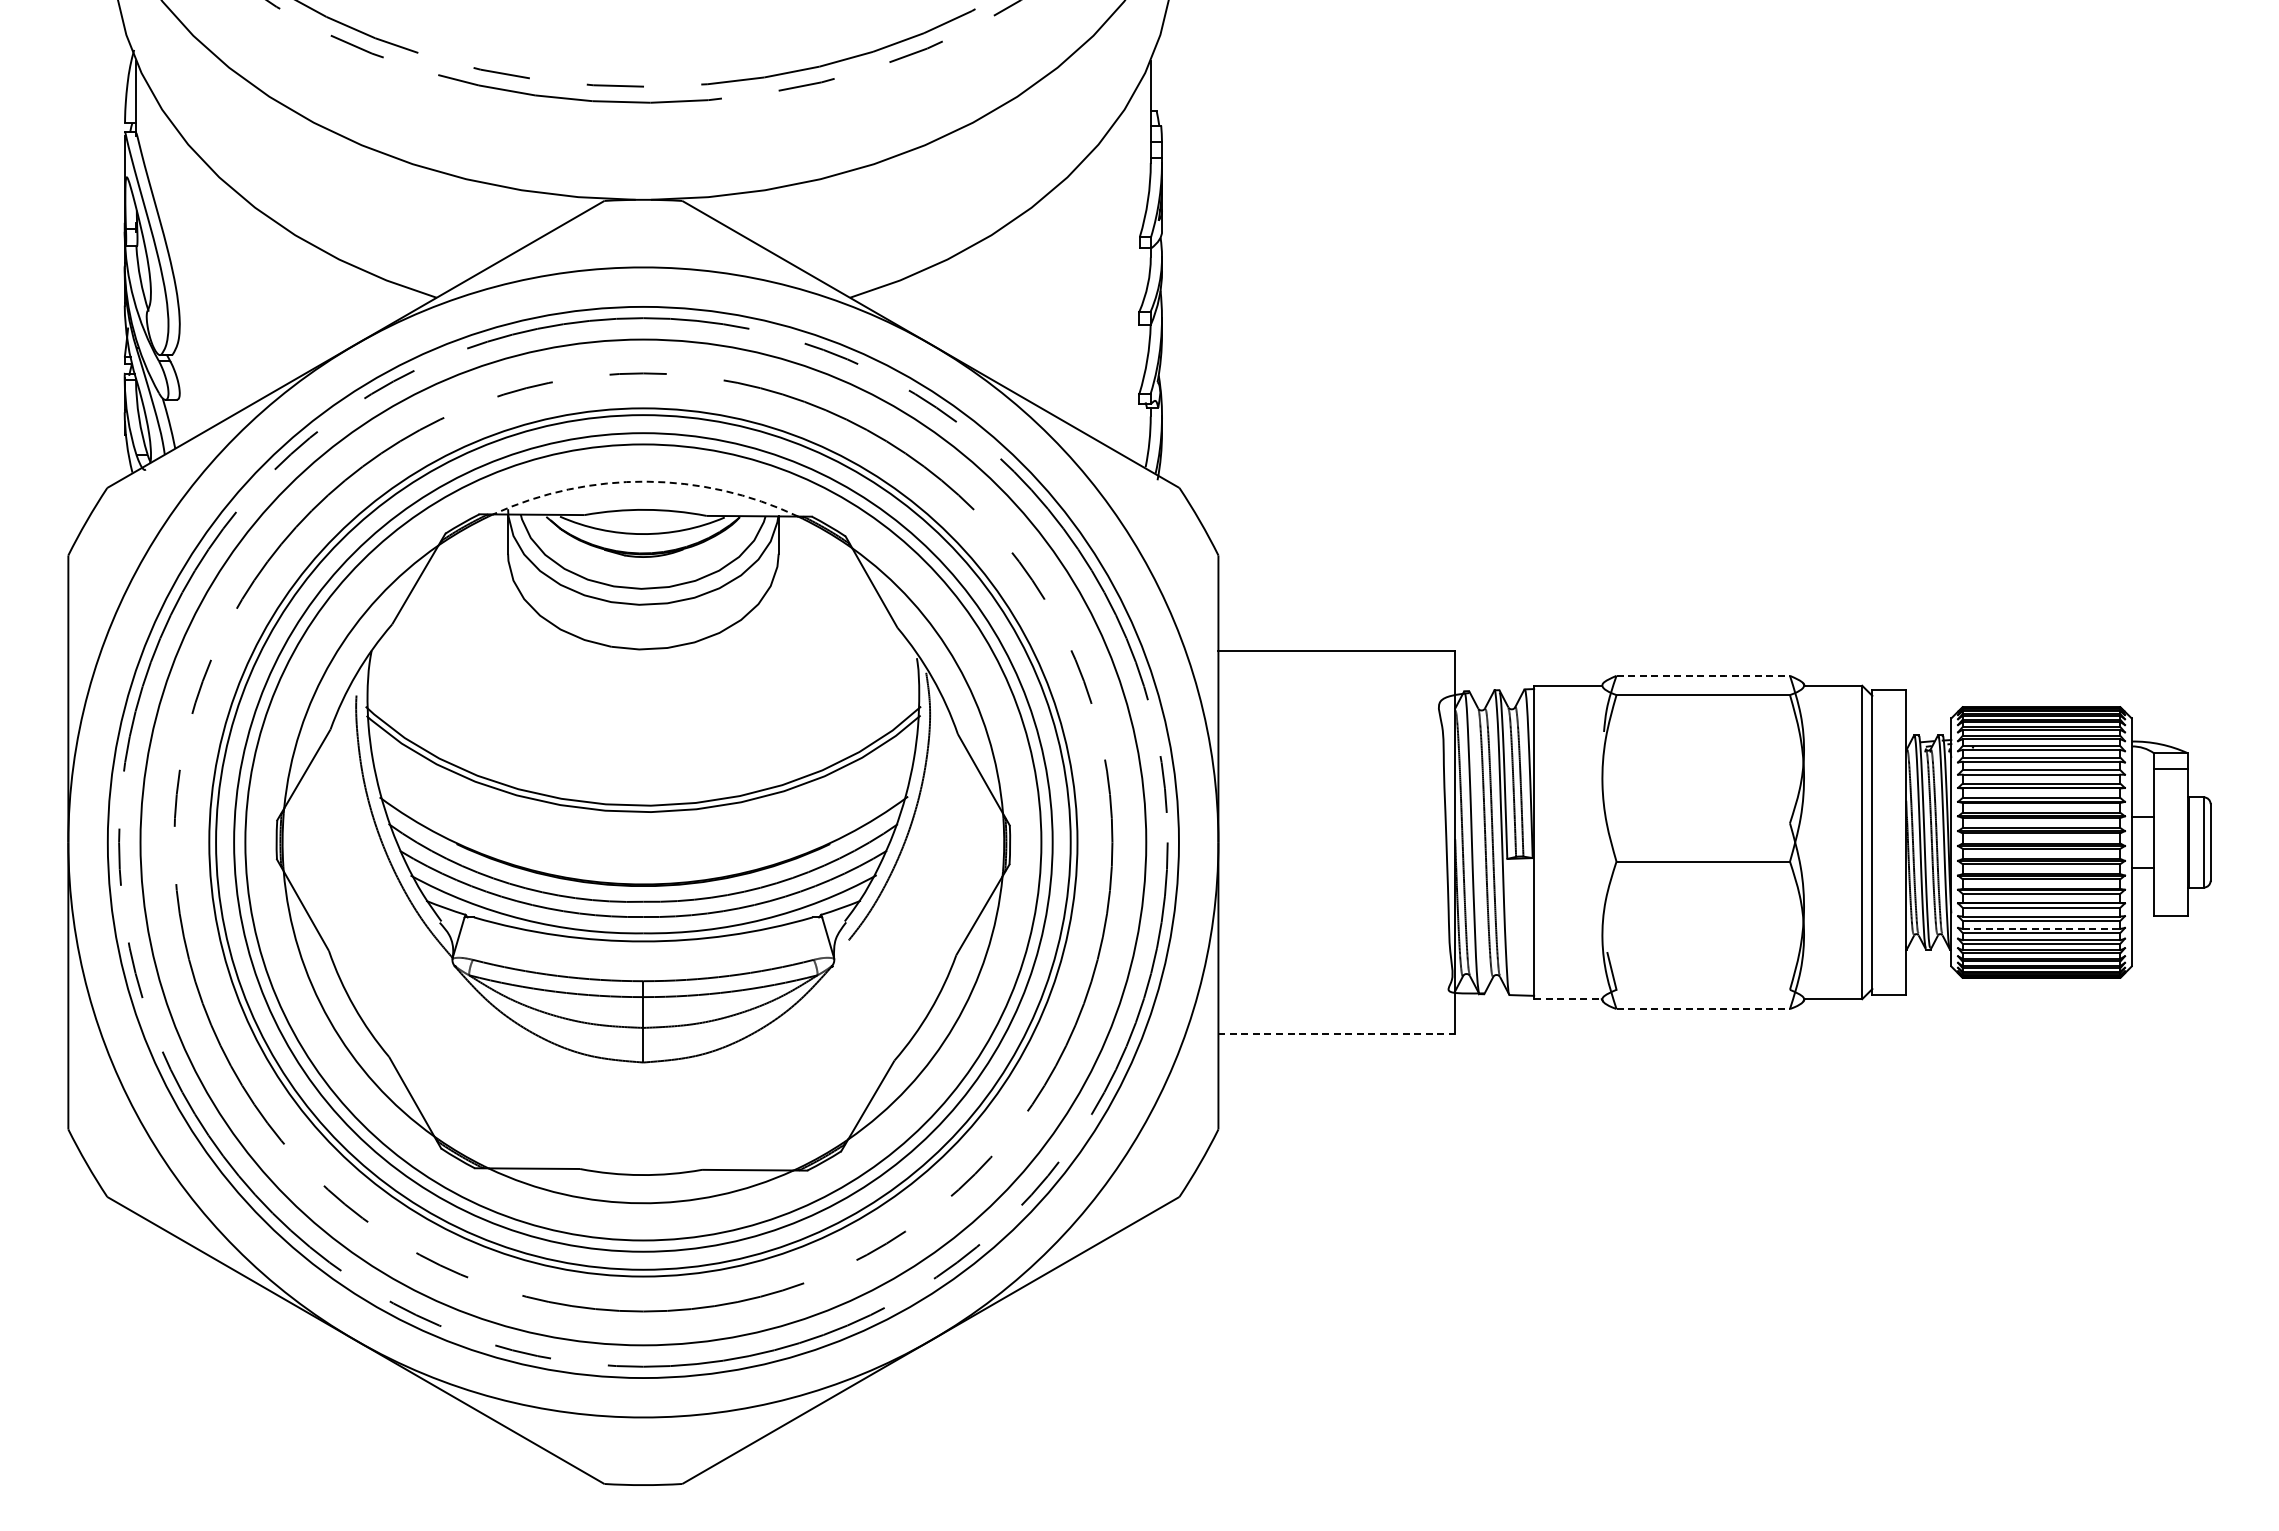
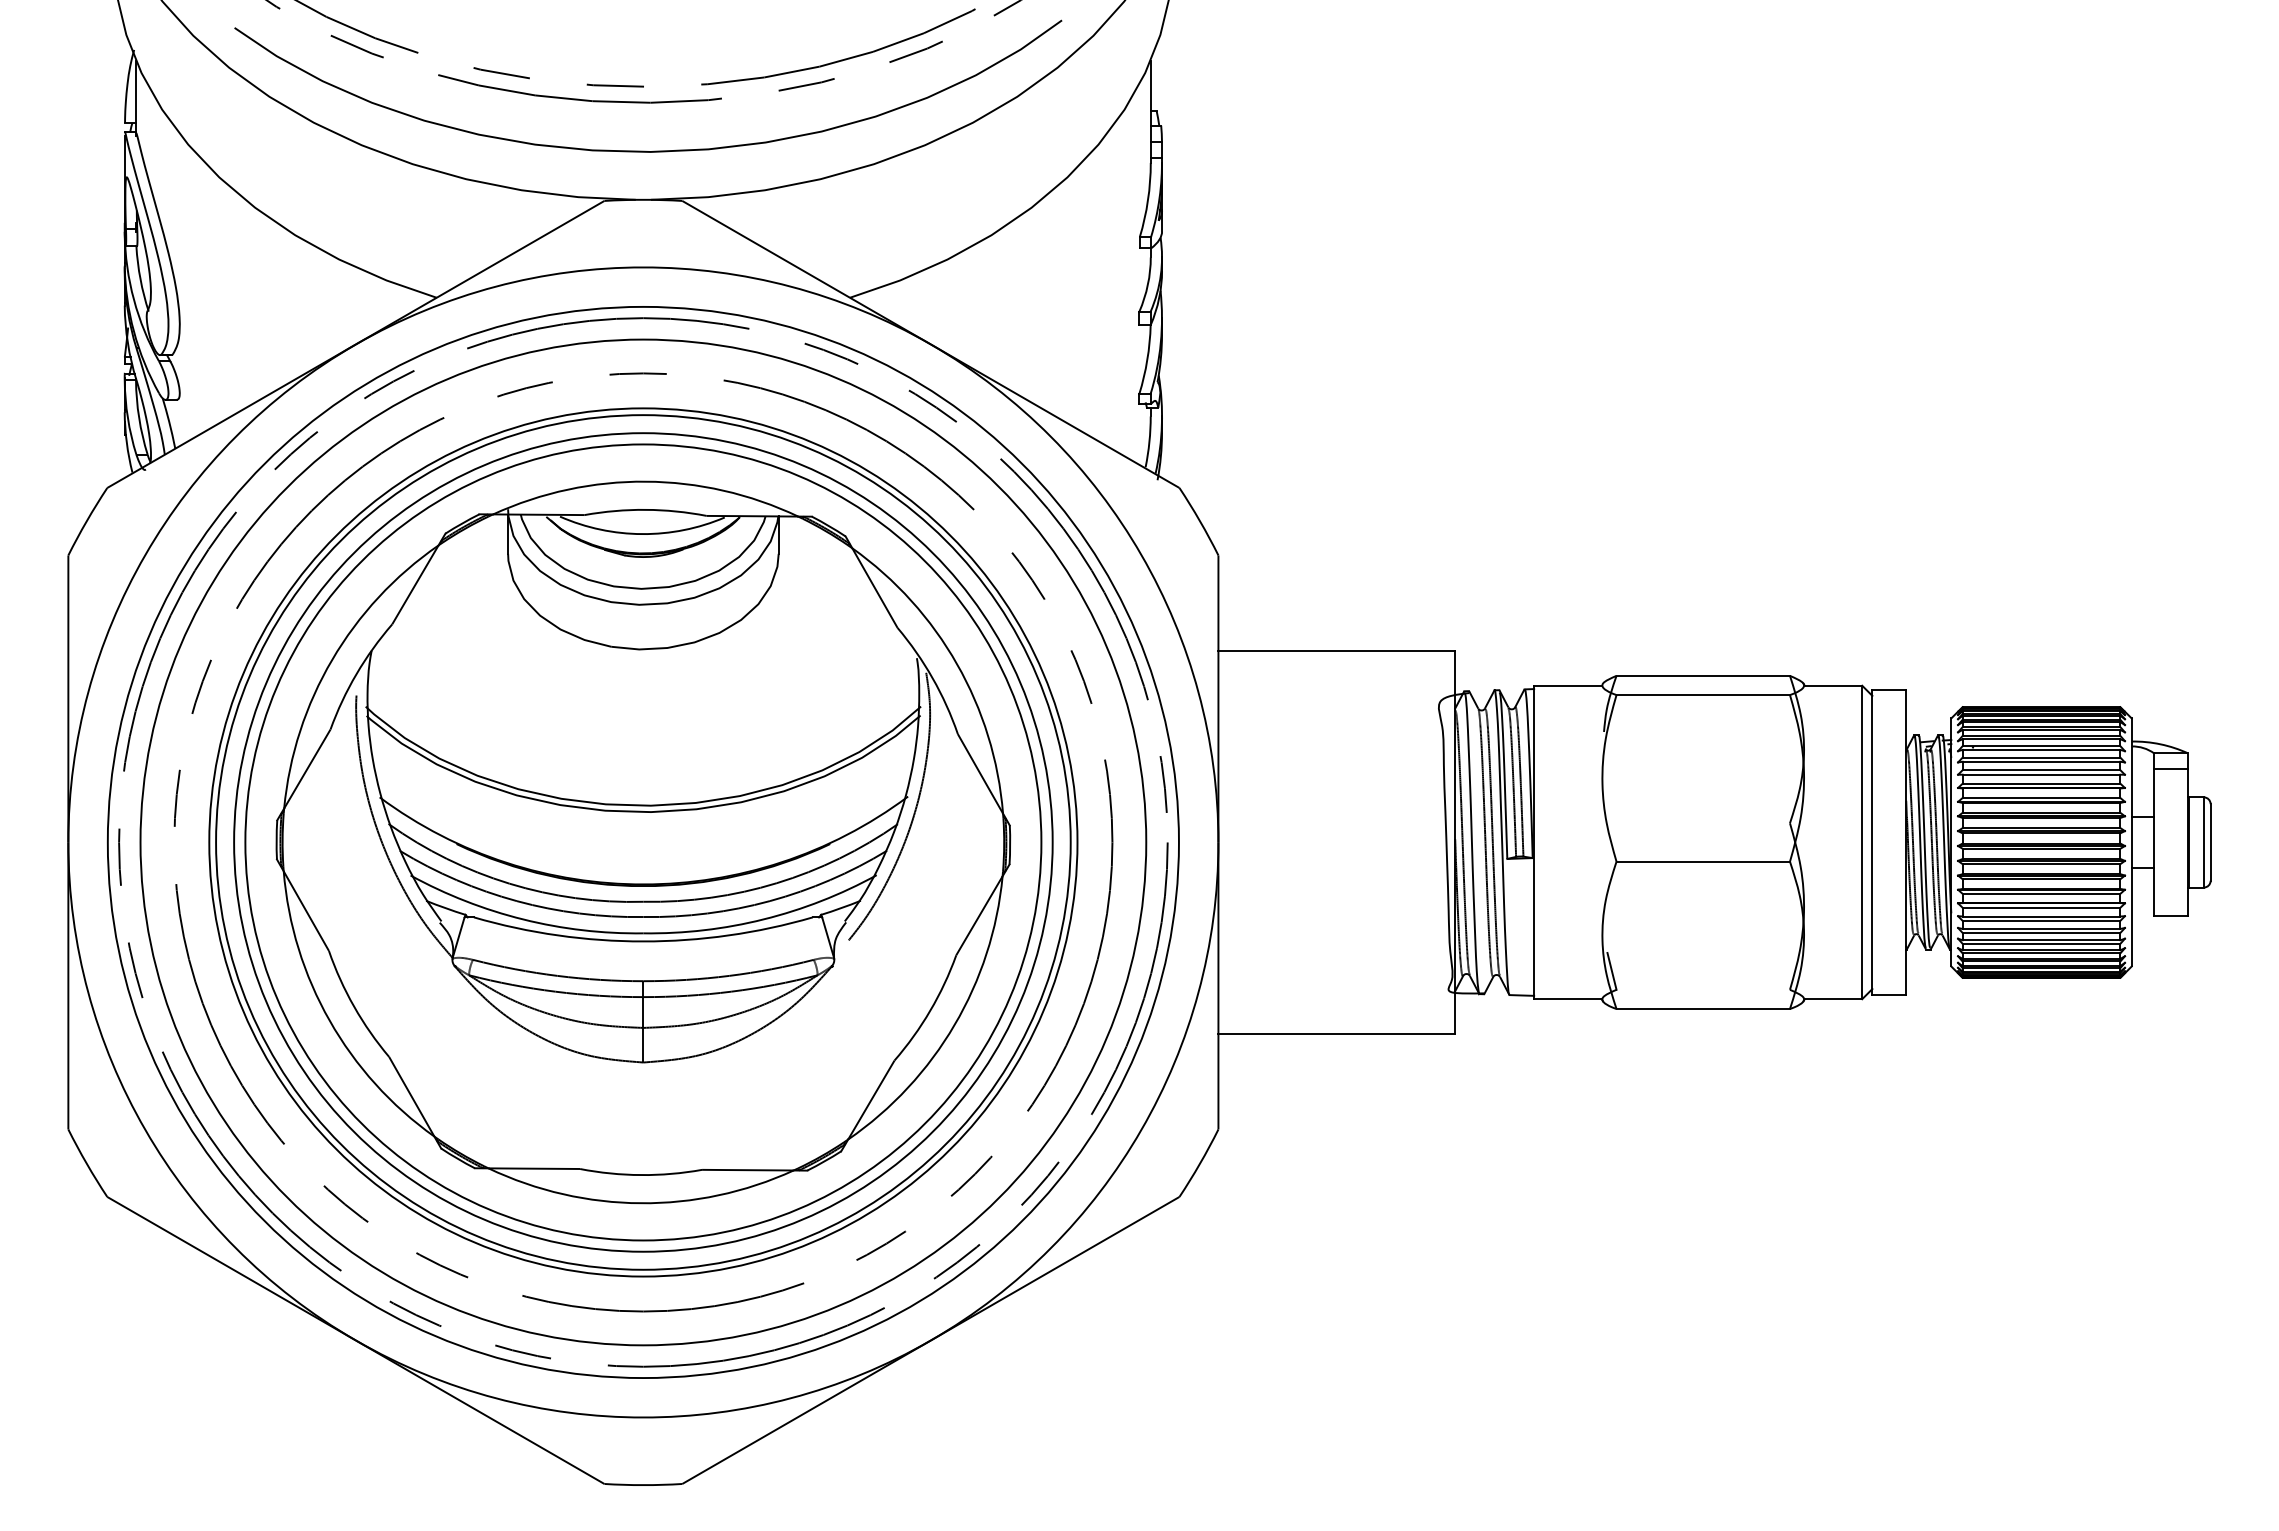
curve at (645, 150): none -> present
arc at (645, 481): dashed -> solid
line at (1703, 675): dashed -> solid
line at (2041, 928): dashed -> solid
line at (1567, 999): dashed -> solid
line at (1703, 1009): dashed -> solid
line at (1337, 1034): dashed -> solid
